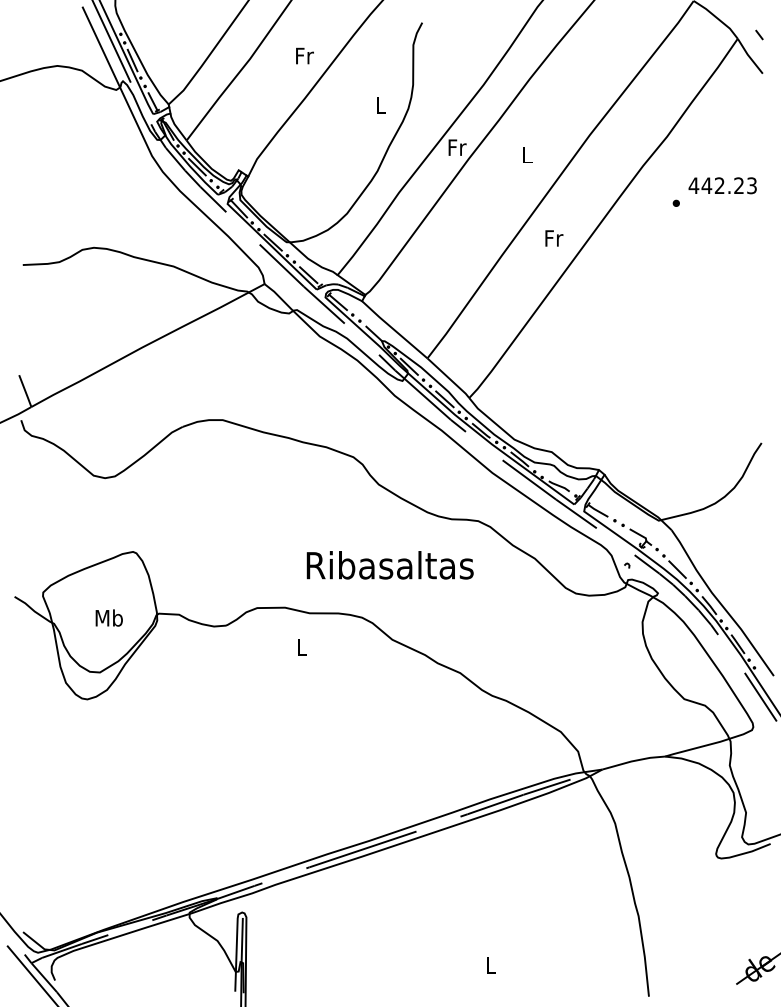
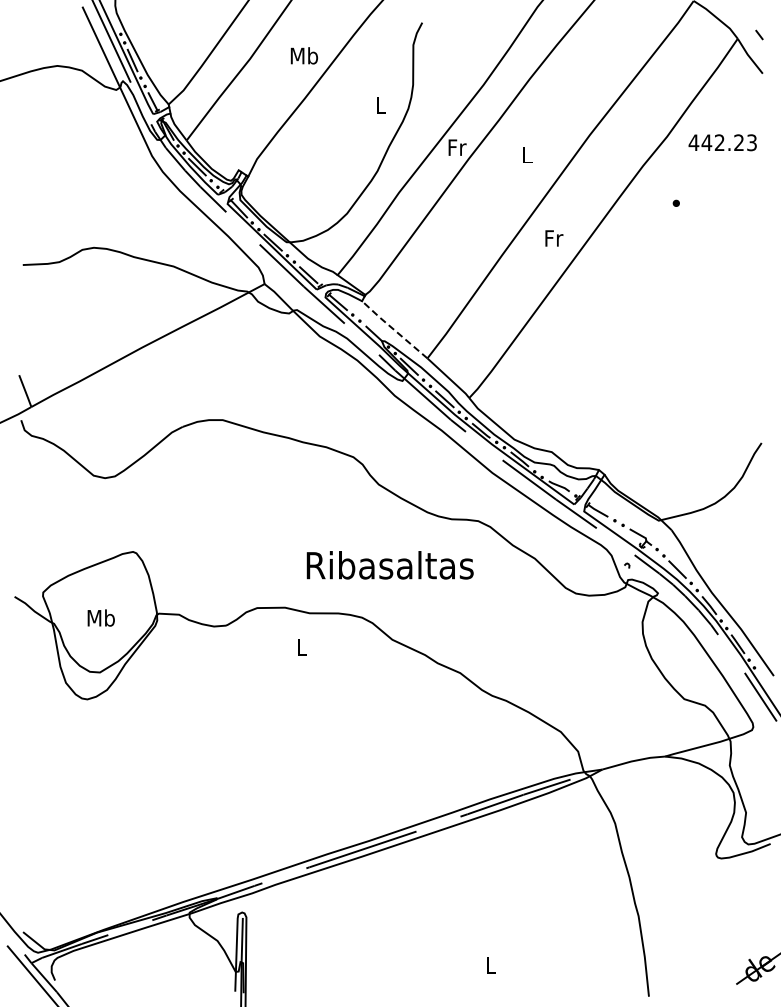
text at (304, 55): Fr -> Mb
text at (722, 185) position: (722, 185) -> (722, 142)
line at (393, 329): solid -> dashed
text at (108, 617) position: (108, 617) -> (100, 617)
